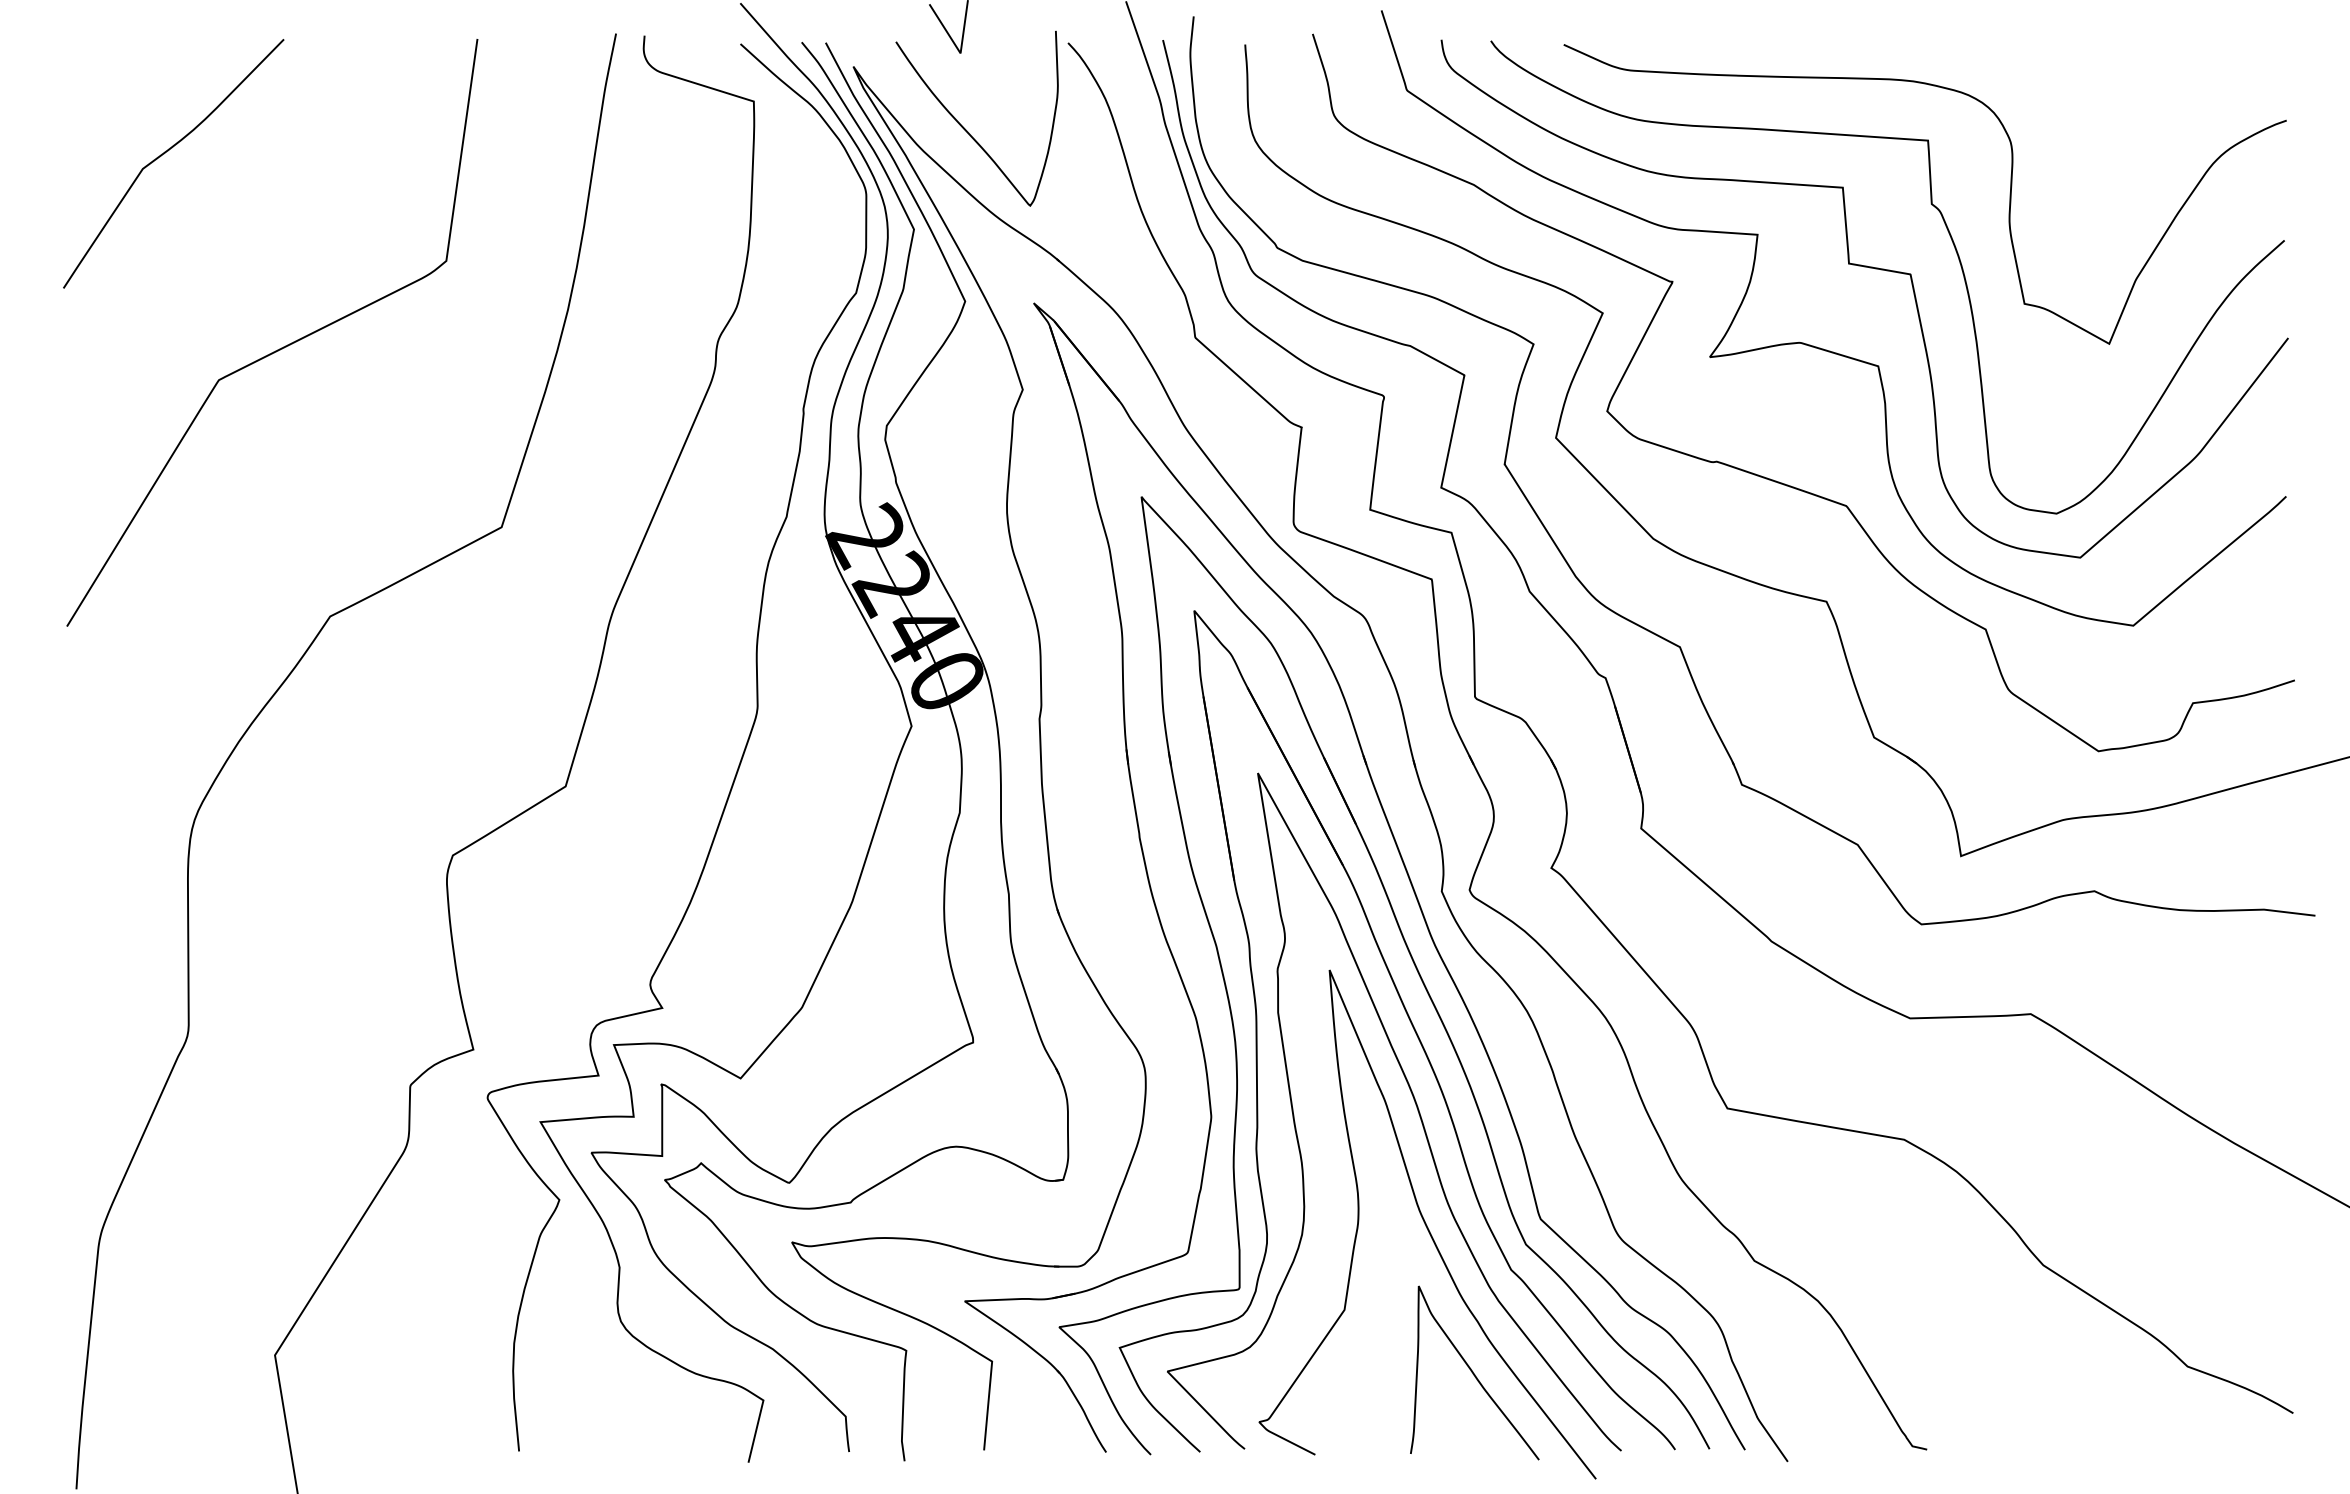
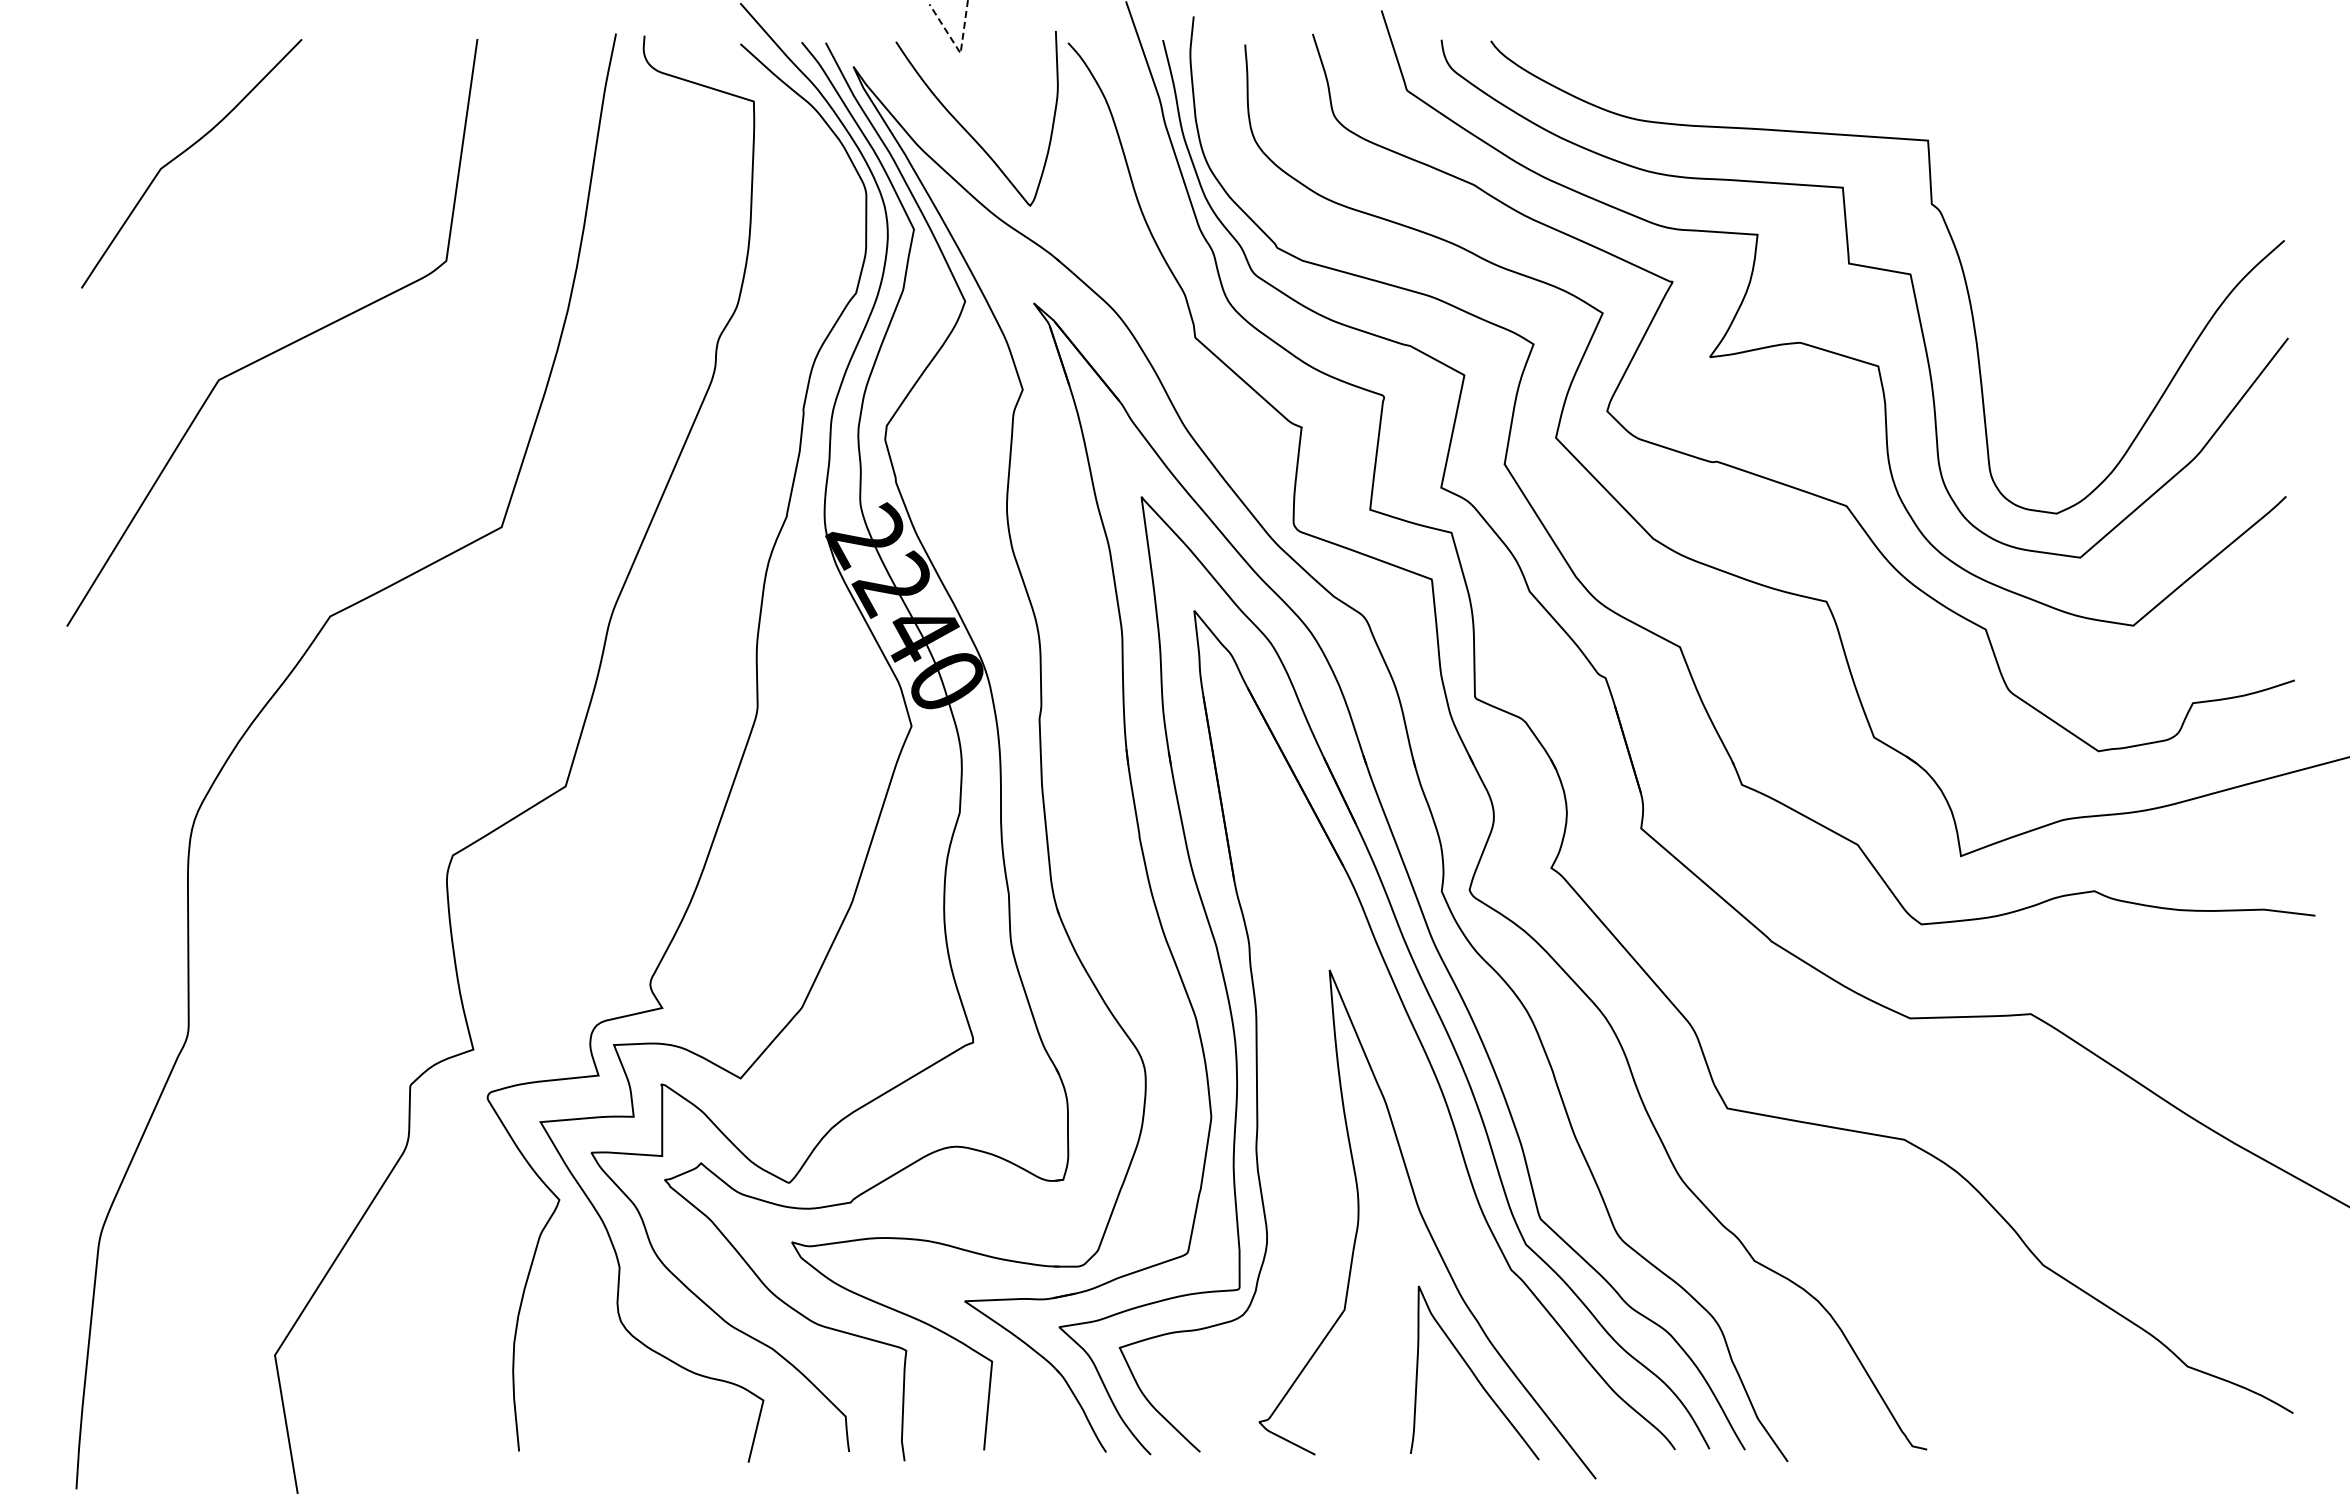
line at (959, 51): solid -> dashed
curve at (164, 154) position: (164, 154) -> (182, 154)
curve at (2009, 194): present -> none
curve at (1415, 1105): present -> none
